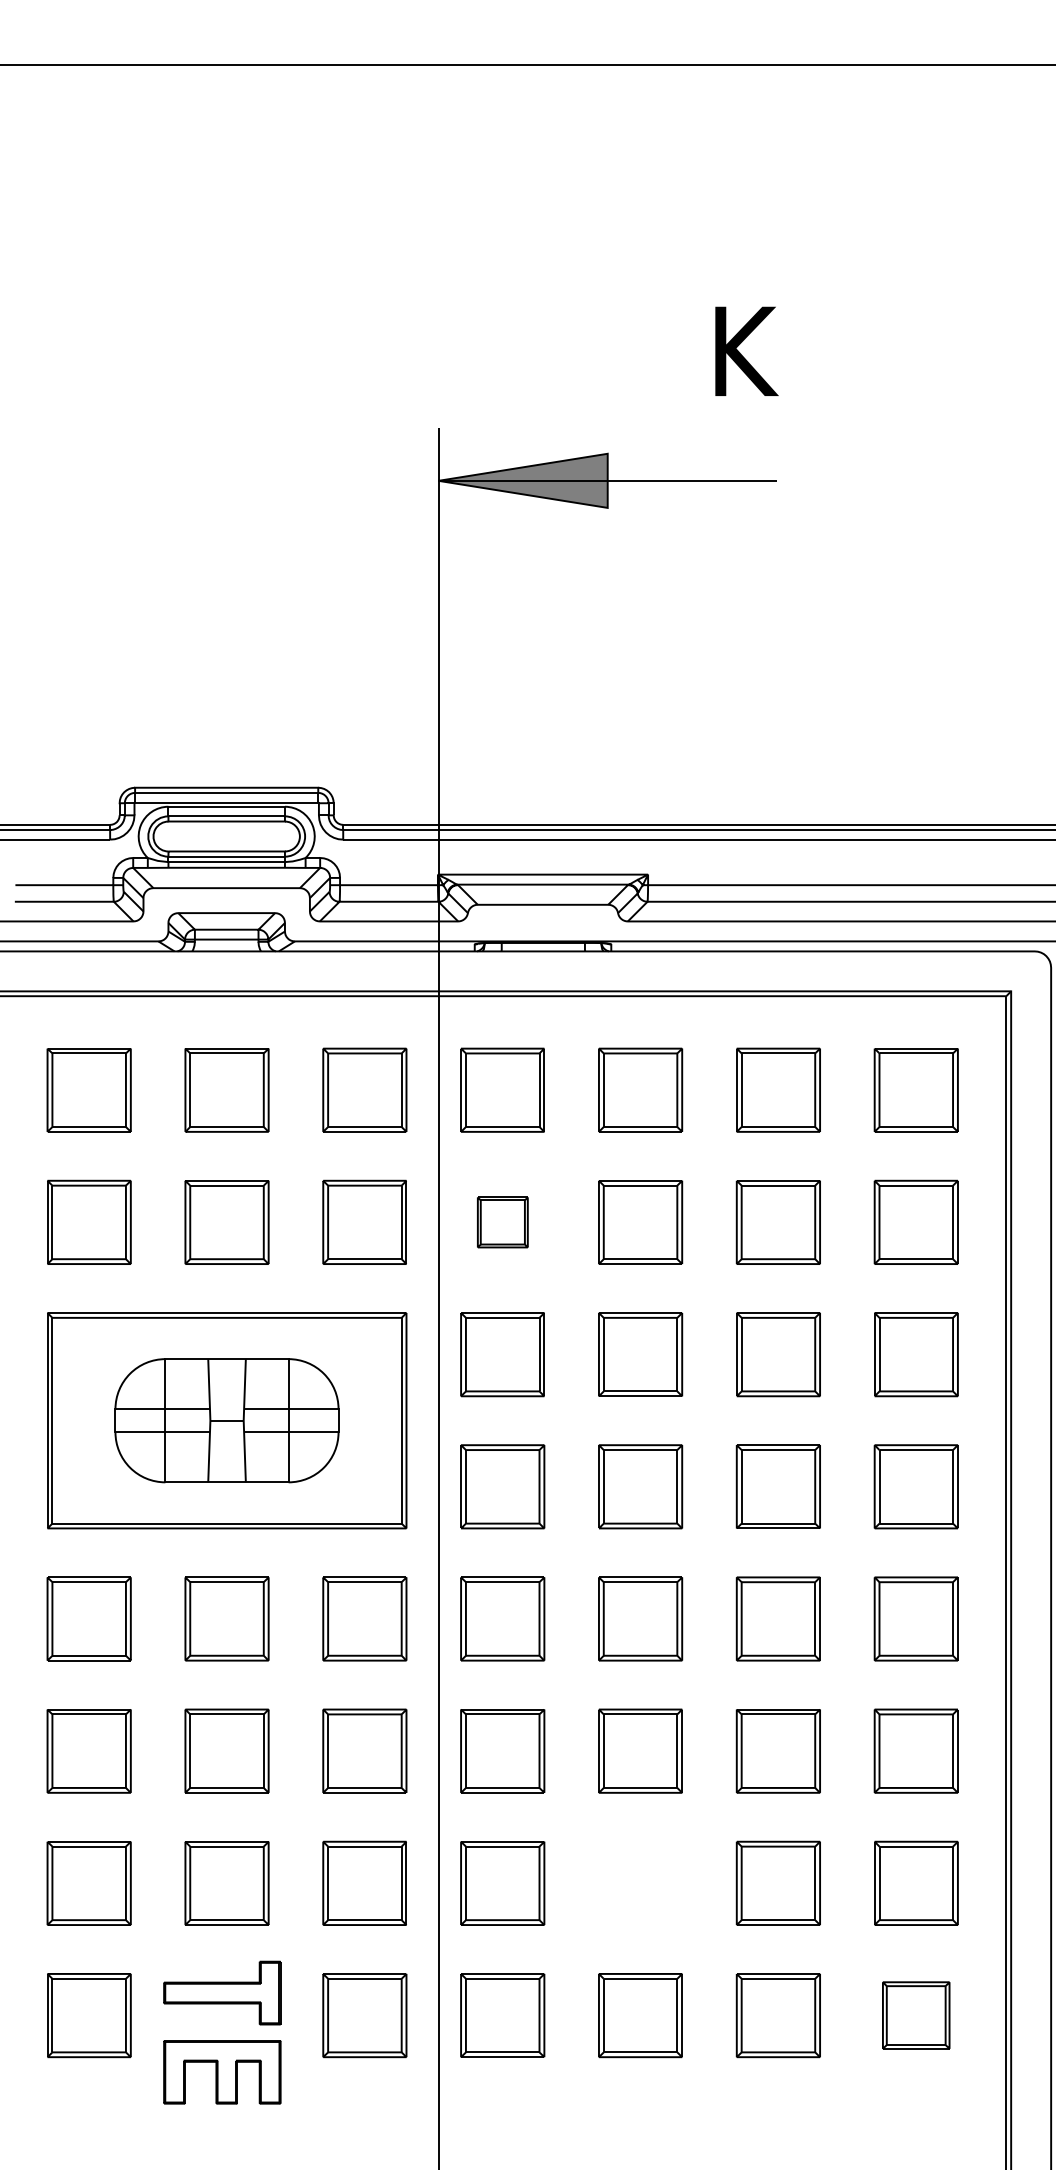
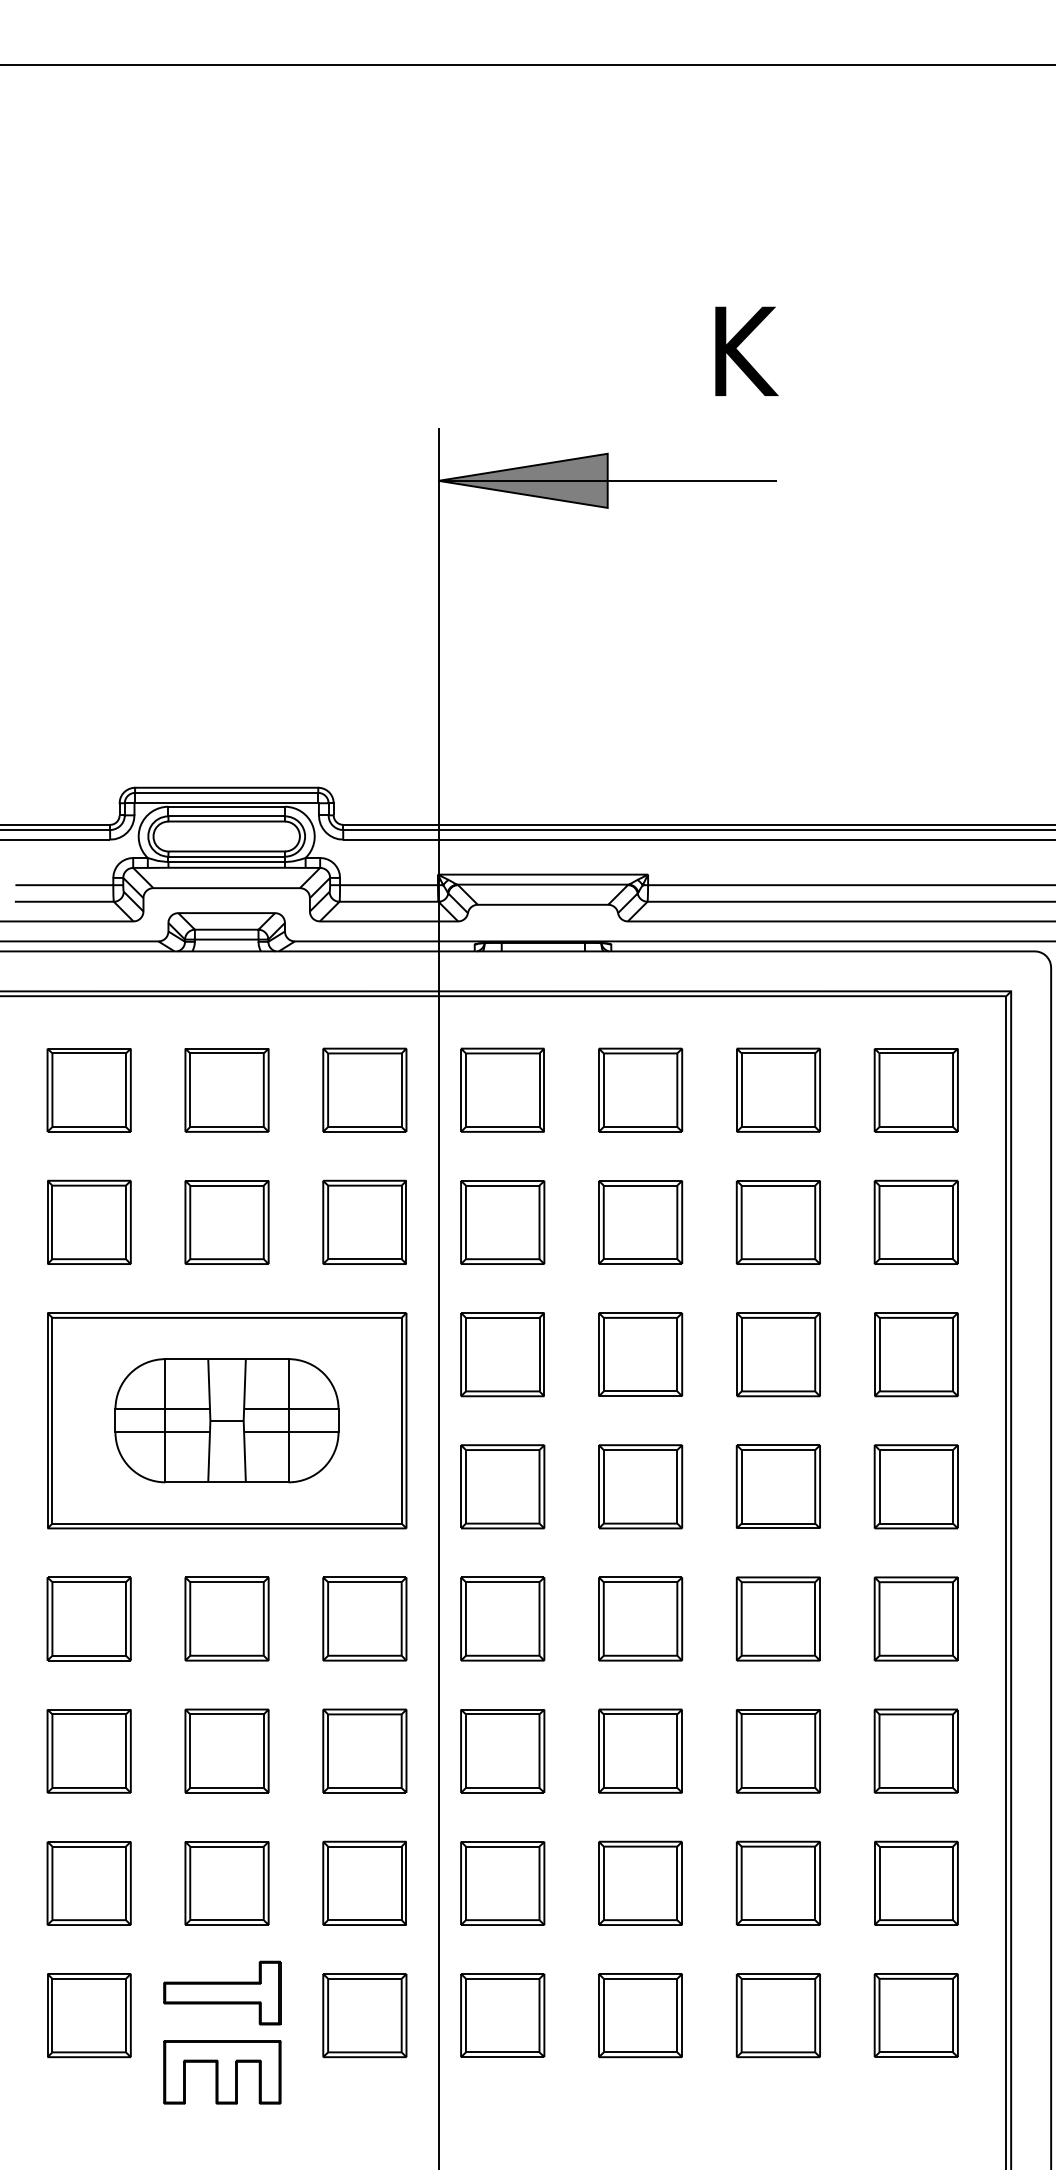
part at (502, 1222) size: 52x53 px -> 86x85 px
part at (640, 1882): none -> present
part at (916, 2015) size: 69x69 px -> 86x85 px
